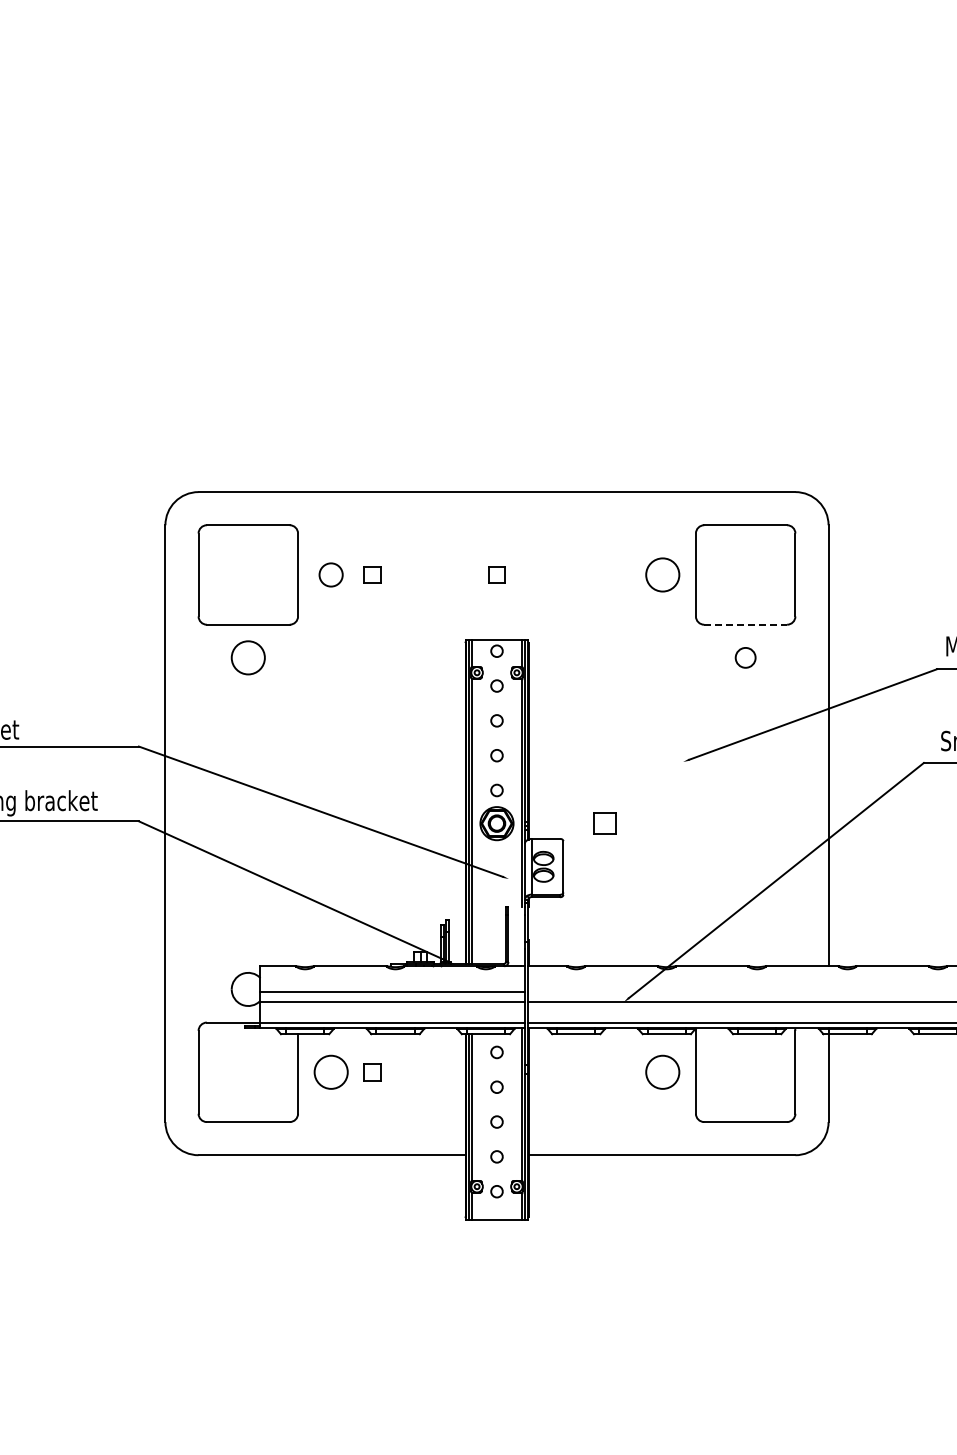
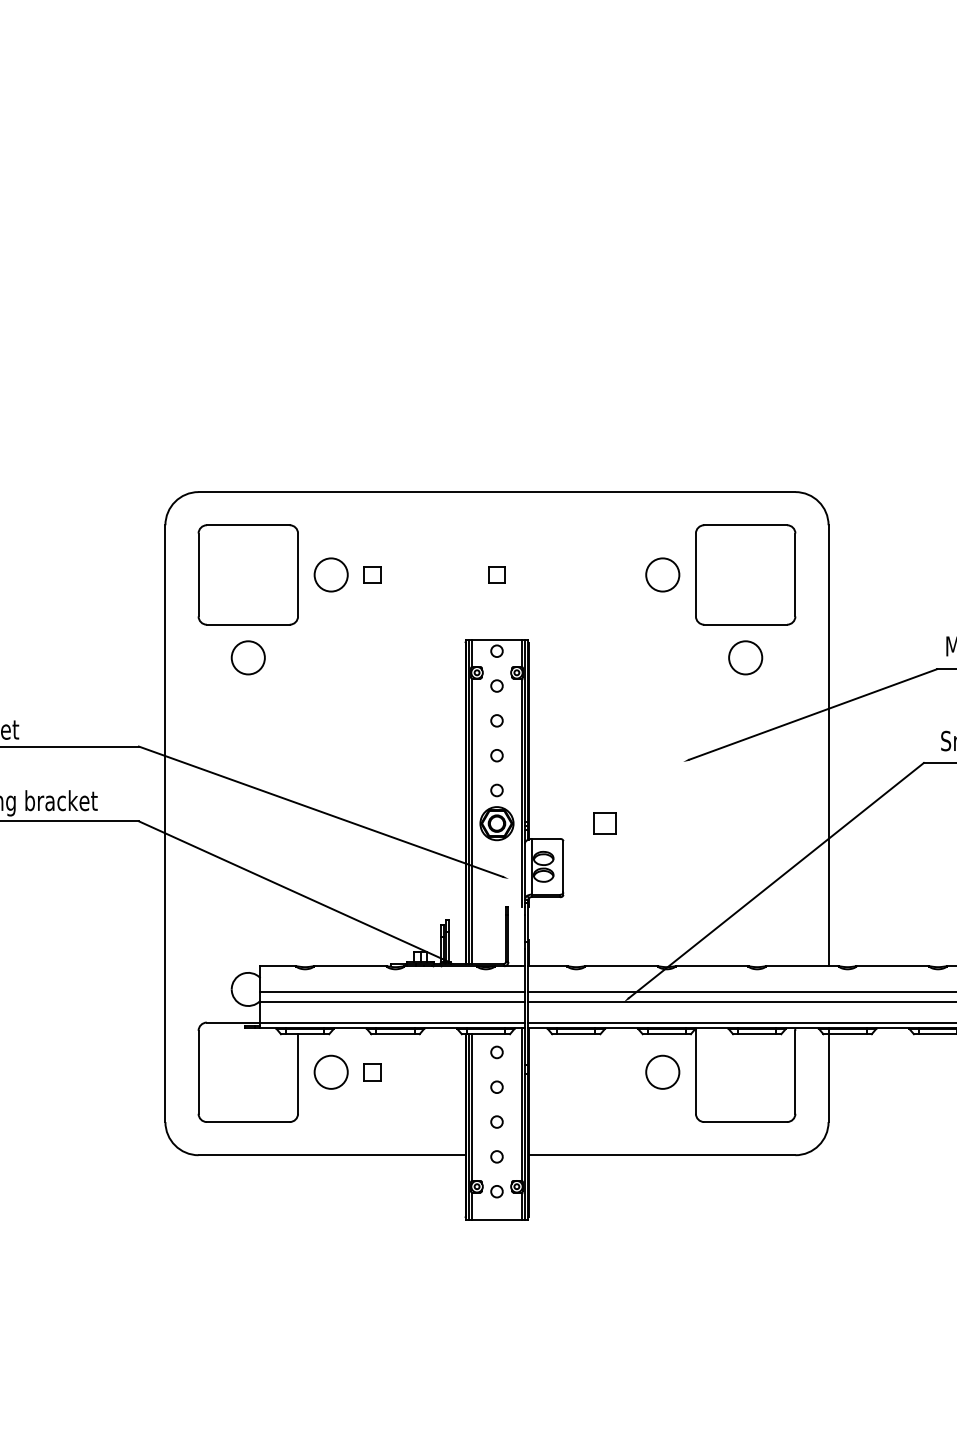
circle at (330, 574) size: 26x26 px -> 36x36 px
line at (746, 624): dashed -> solid
circle at (745, 657) diameter: 20 px -> 33 px
line at (740, 992): none -> present
